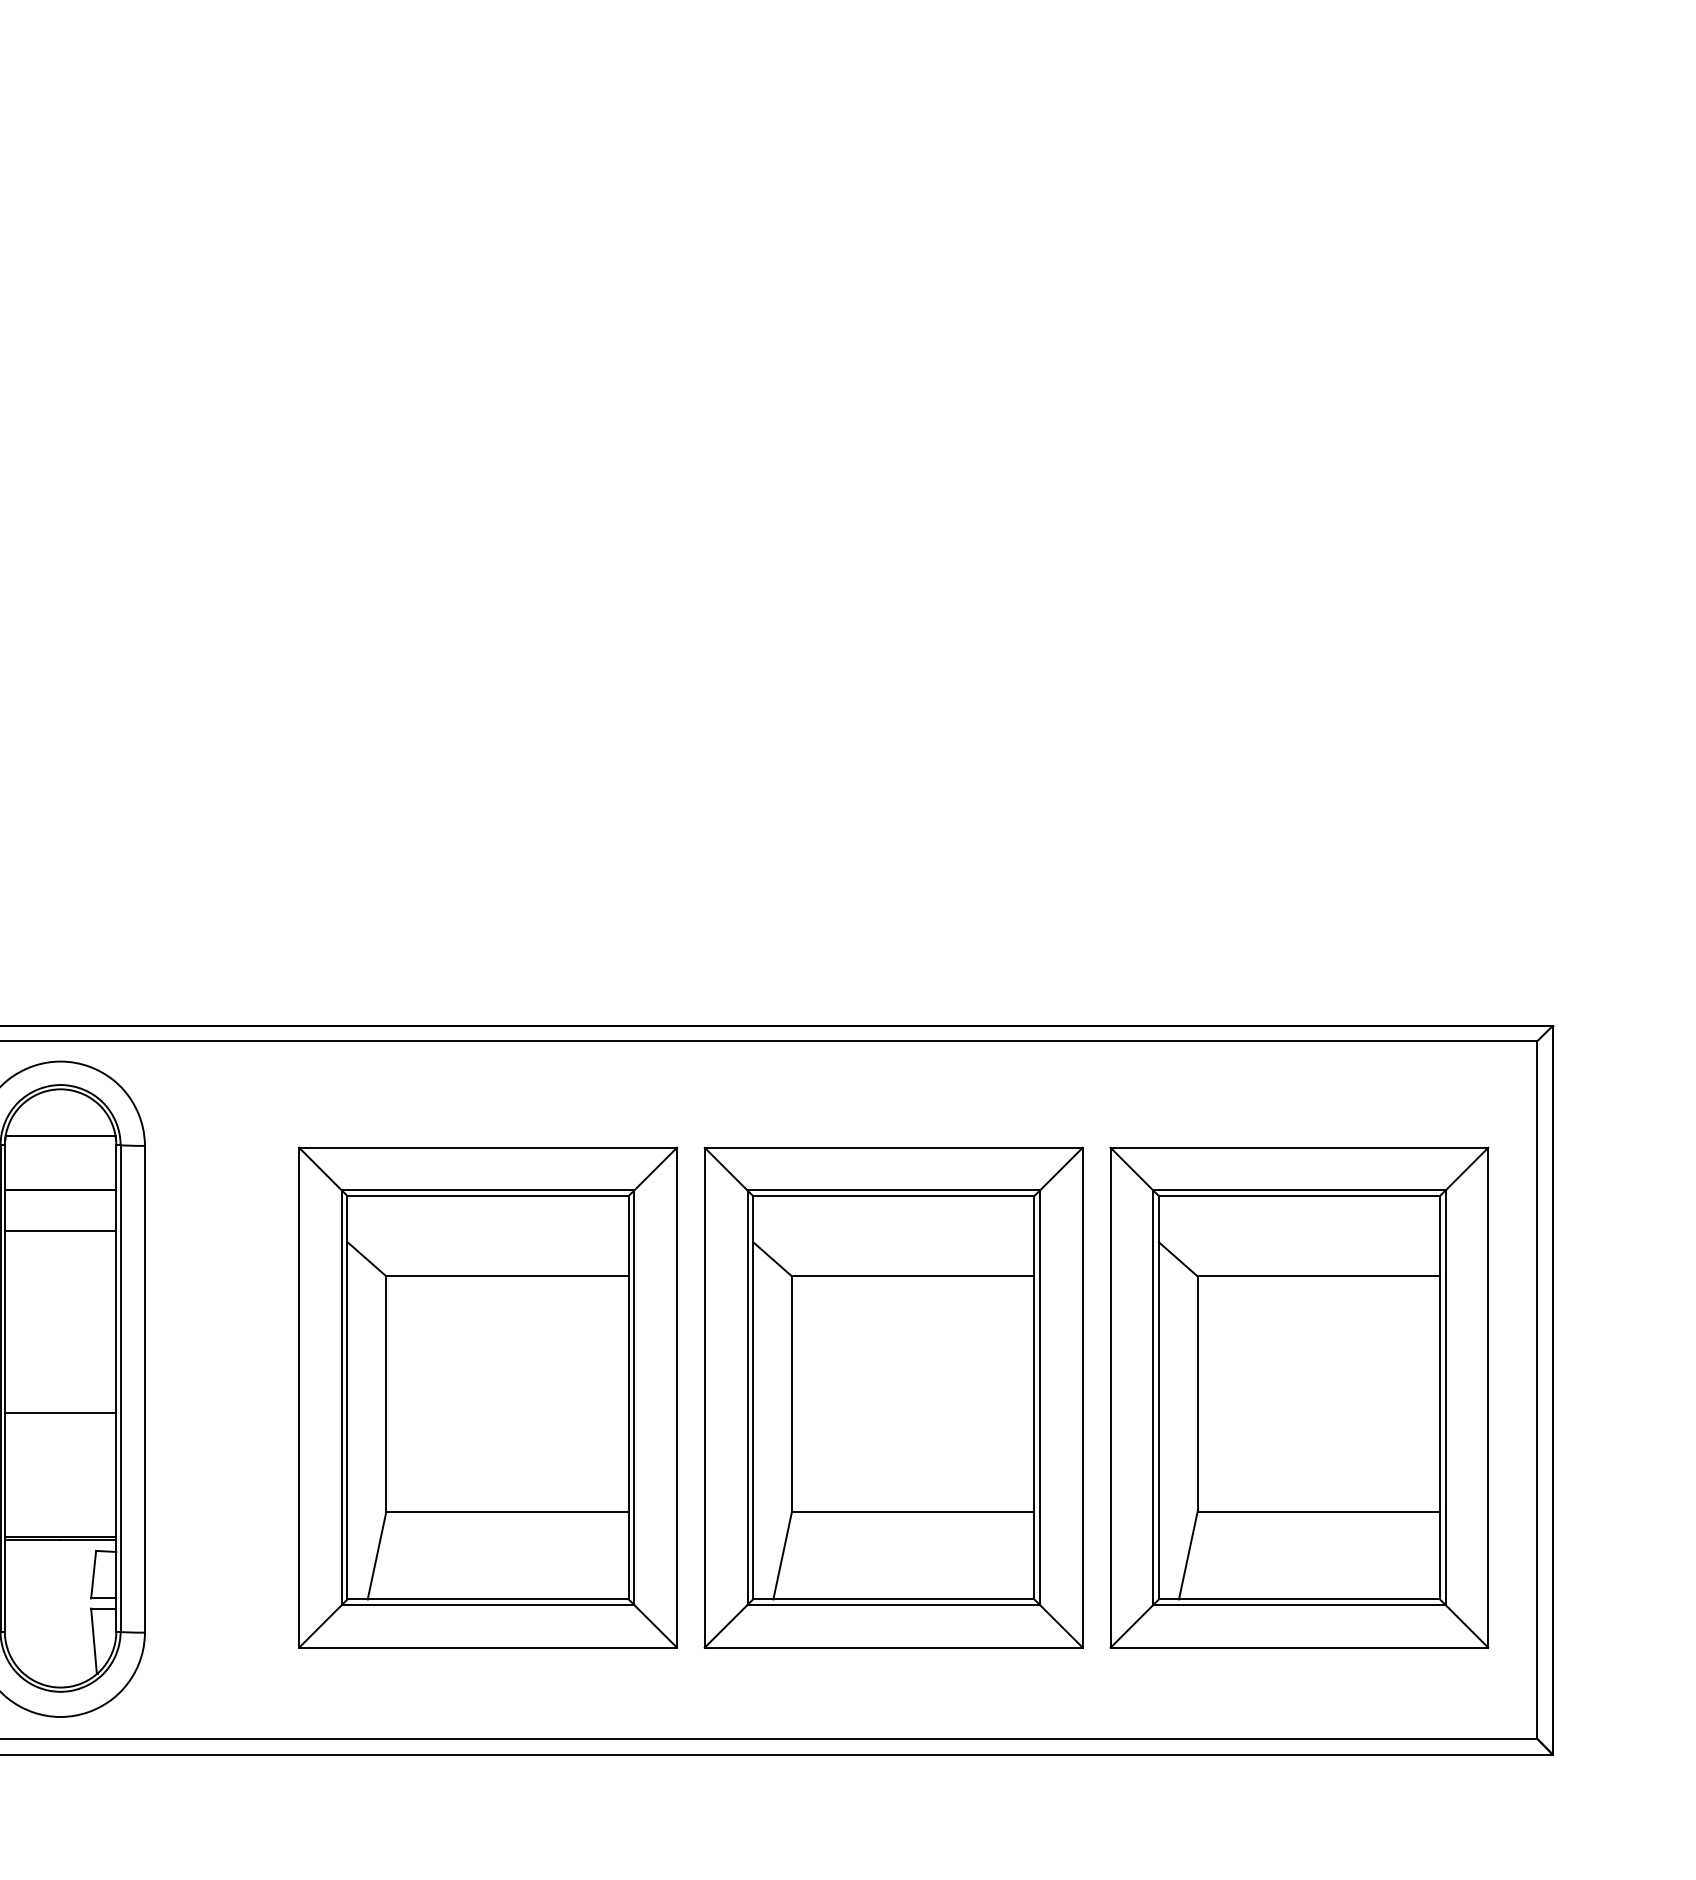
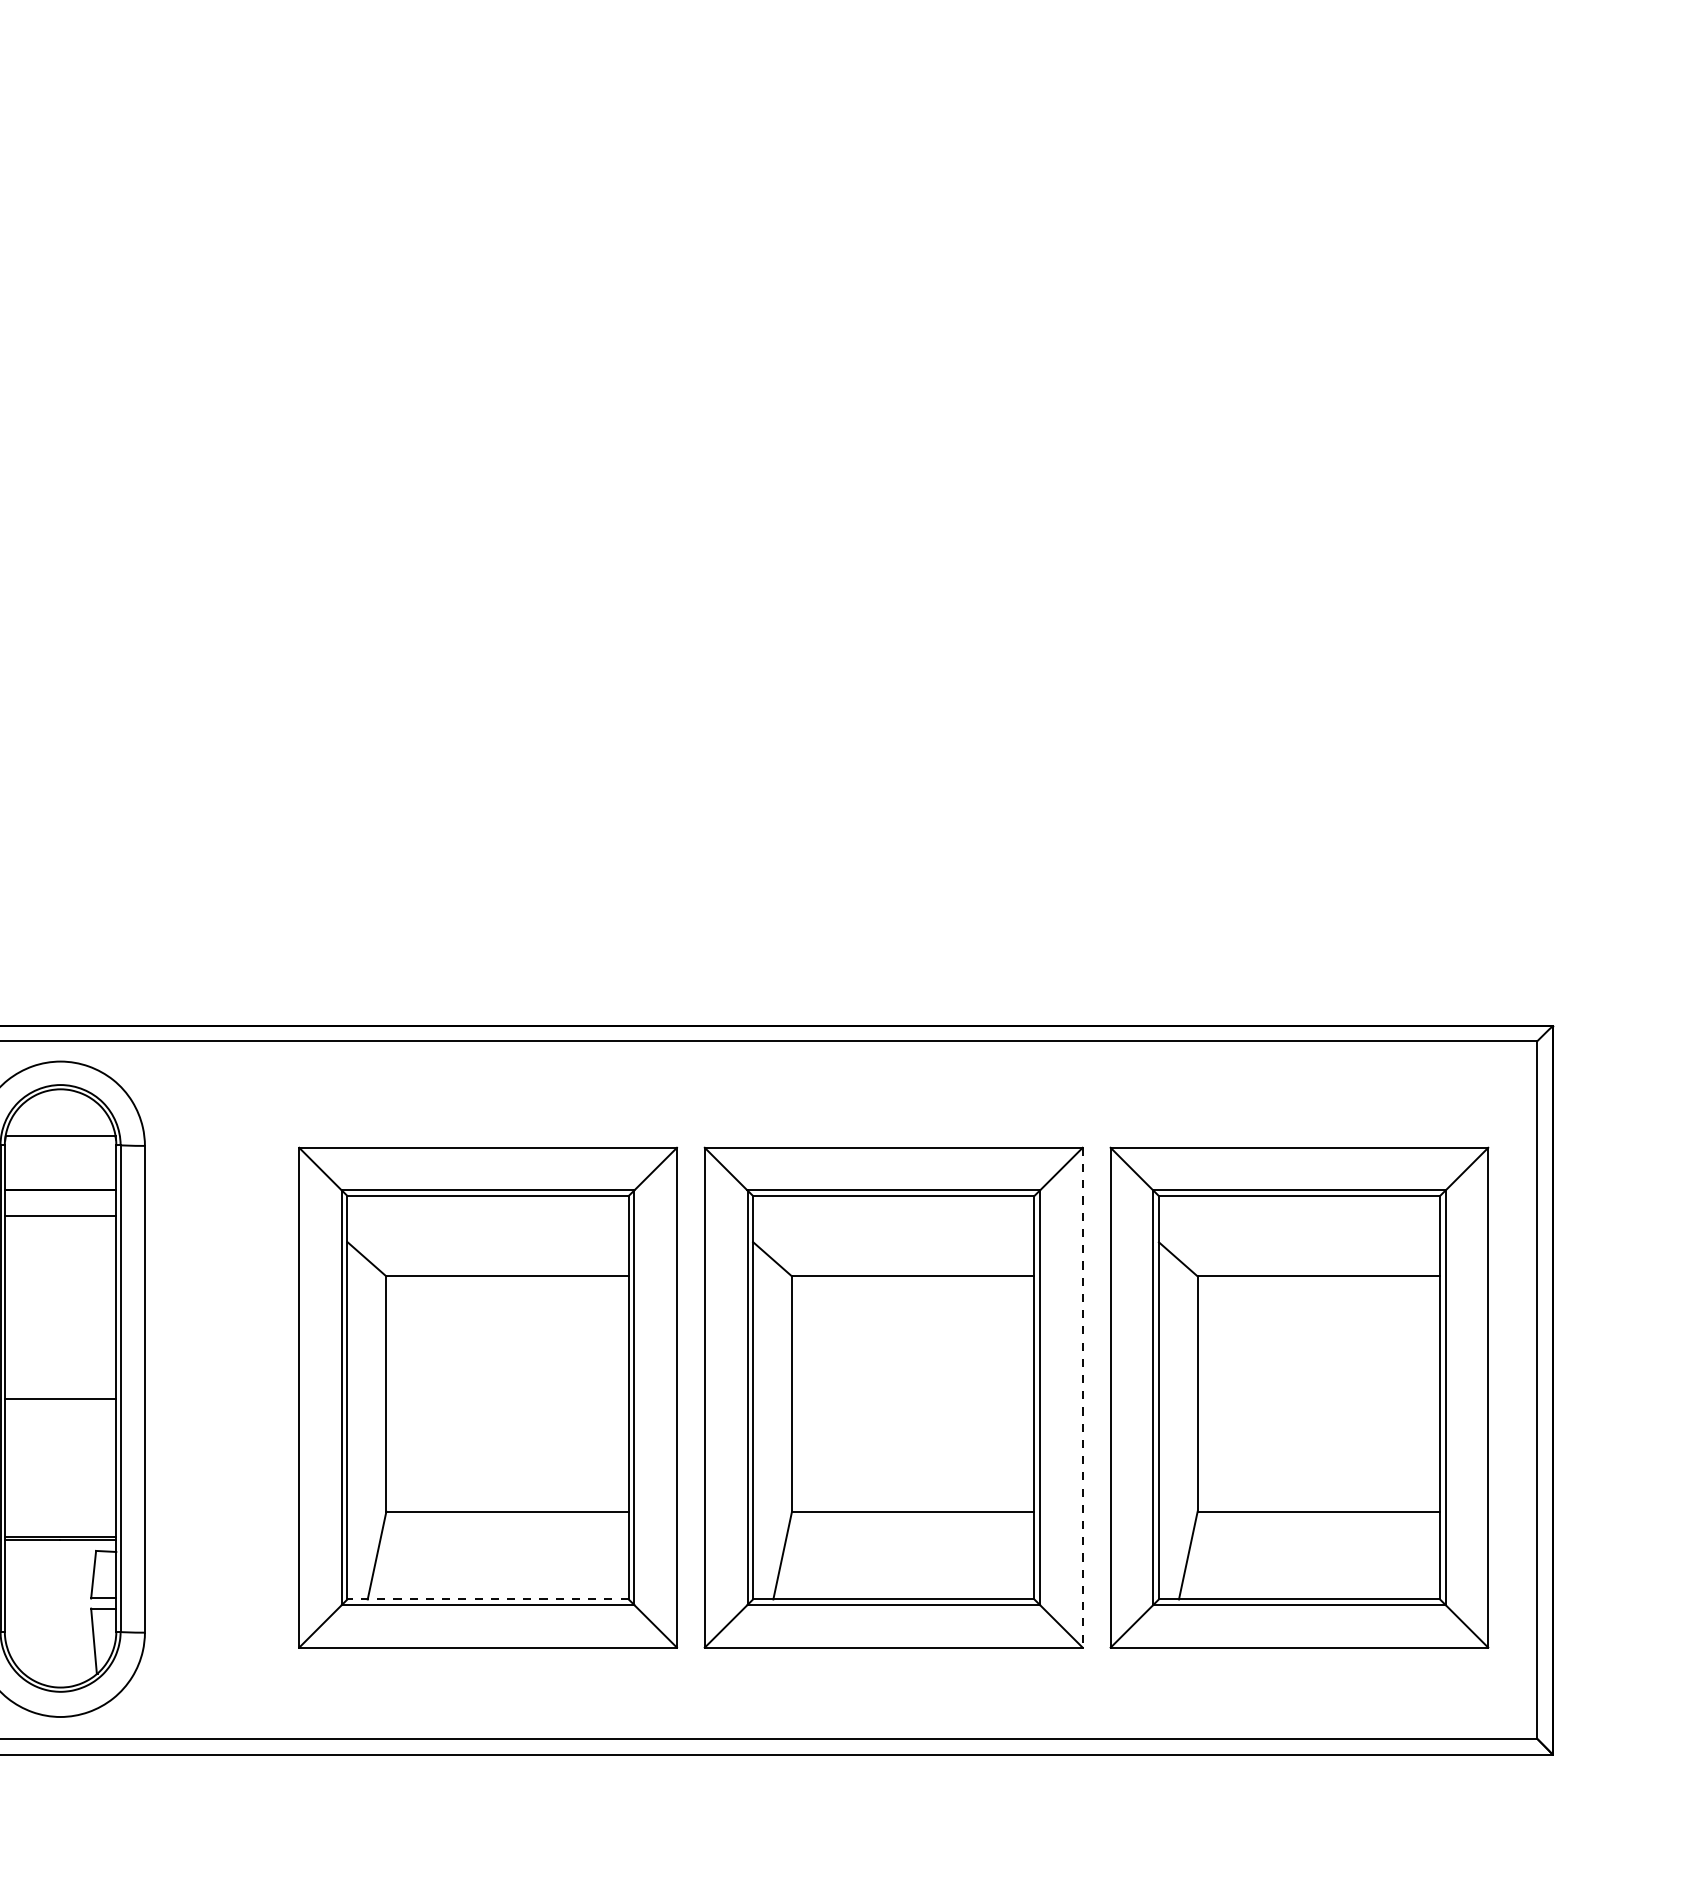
line at (60, 1230) position: (60, 1230) -> (60, 1215)
line at (1082, 1397): solid -> dashed
line at (60, 1412) position: (60, 1412) -> (60, 1398)
line at (488, 1599): solid -> dashed
